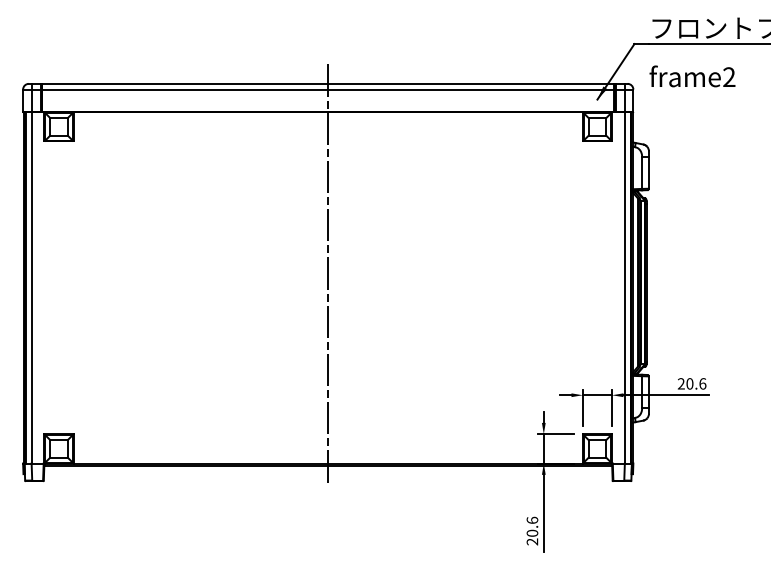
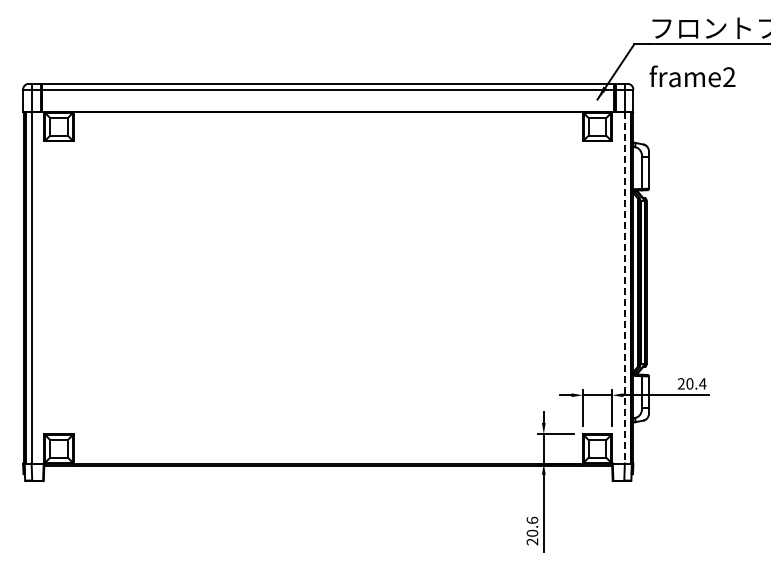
line at (328, 274): present -> none
line at (624, 287): solid -> dashed
text at (702, 383): 20.6 -> 20.4
